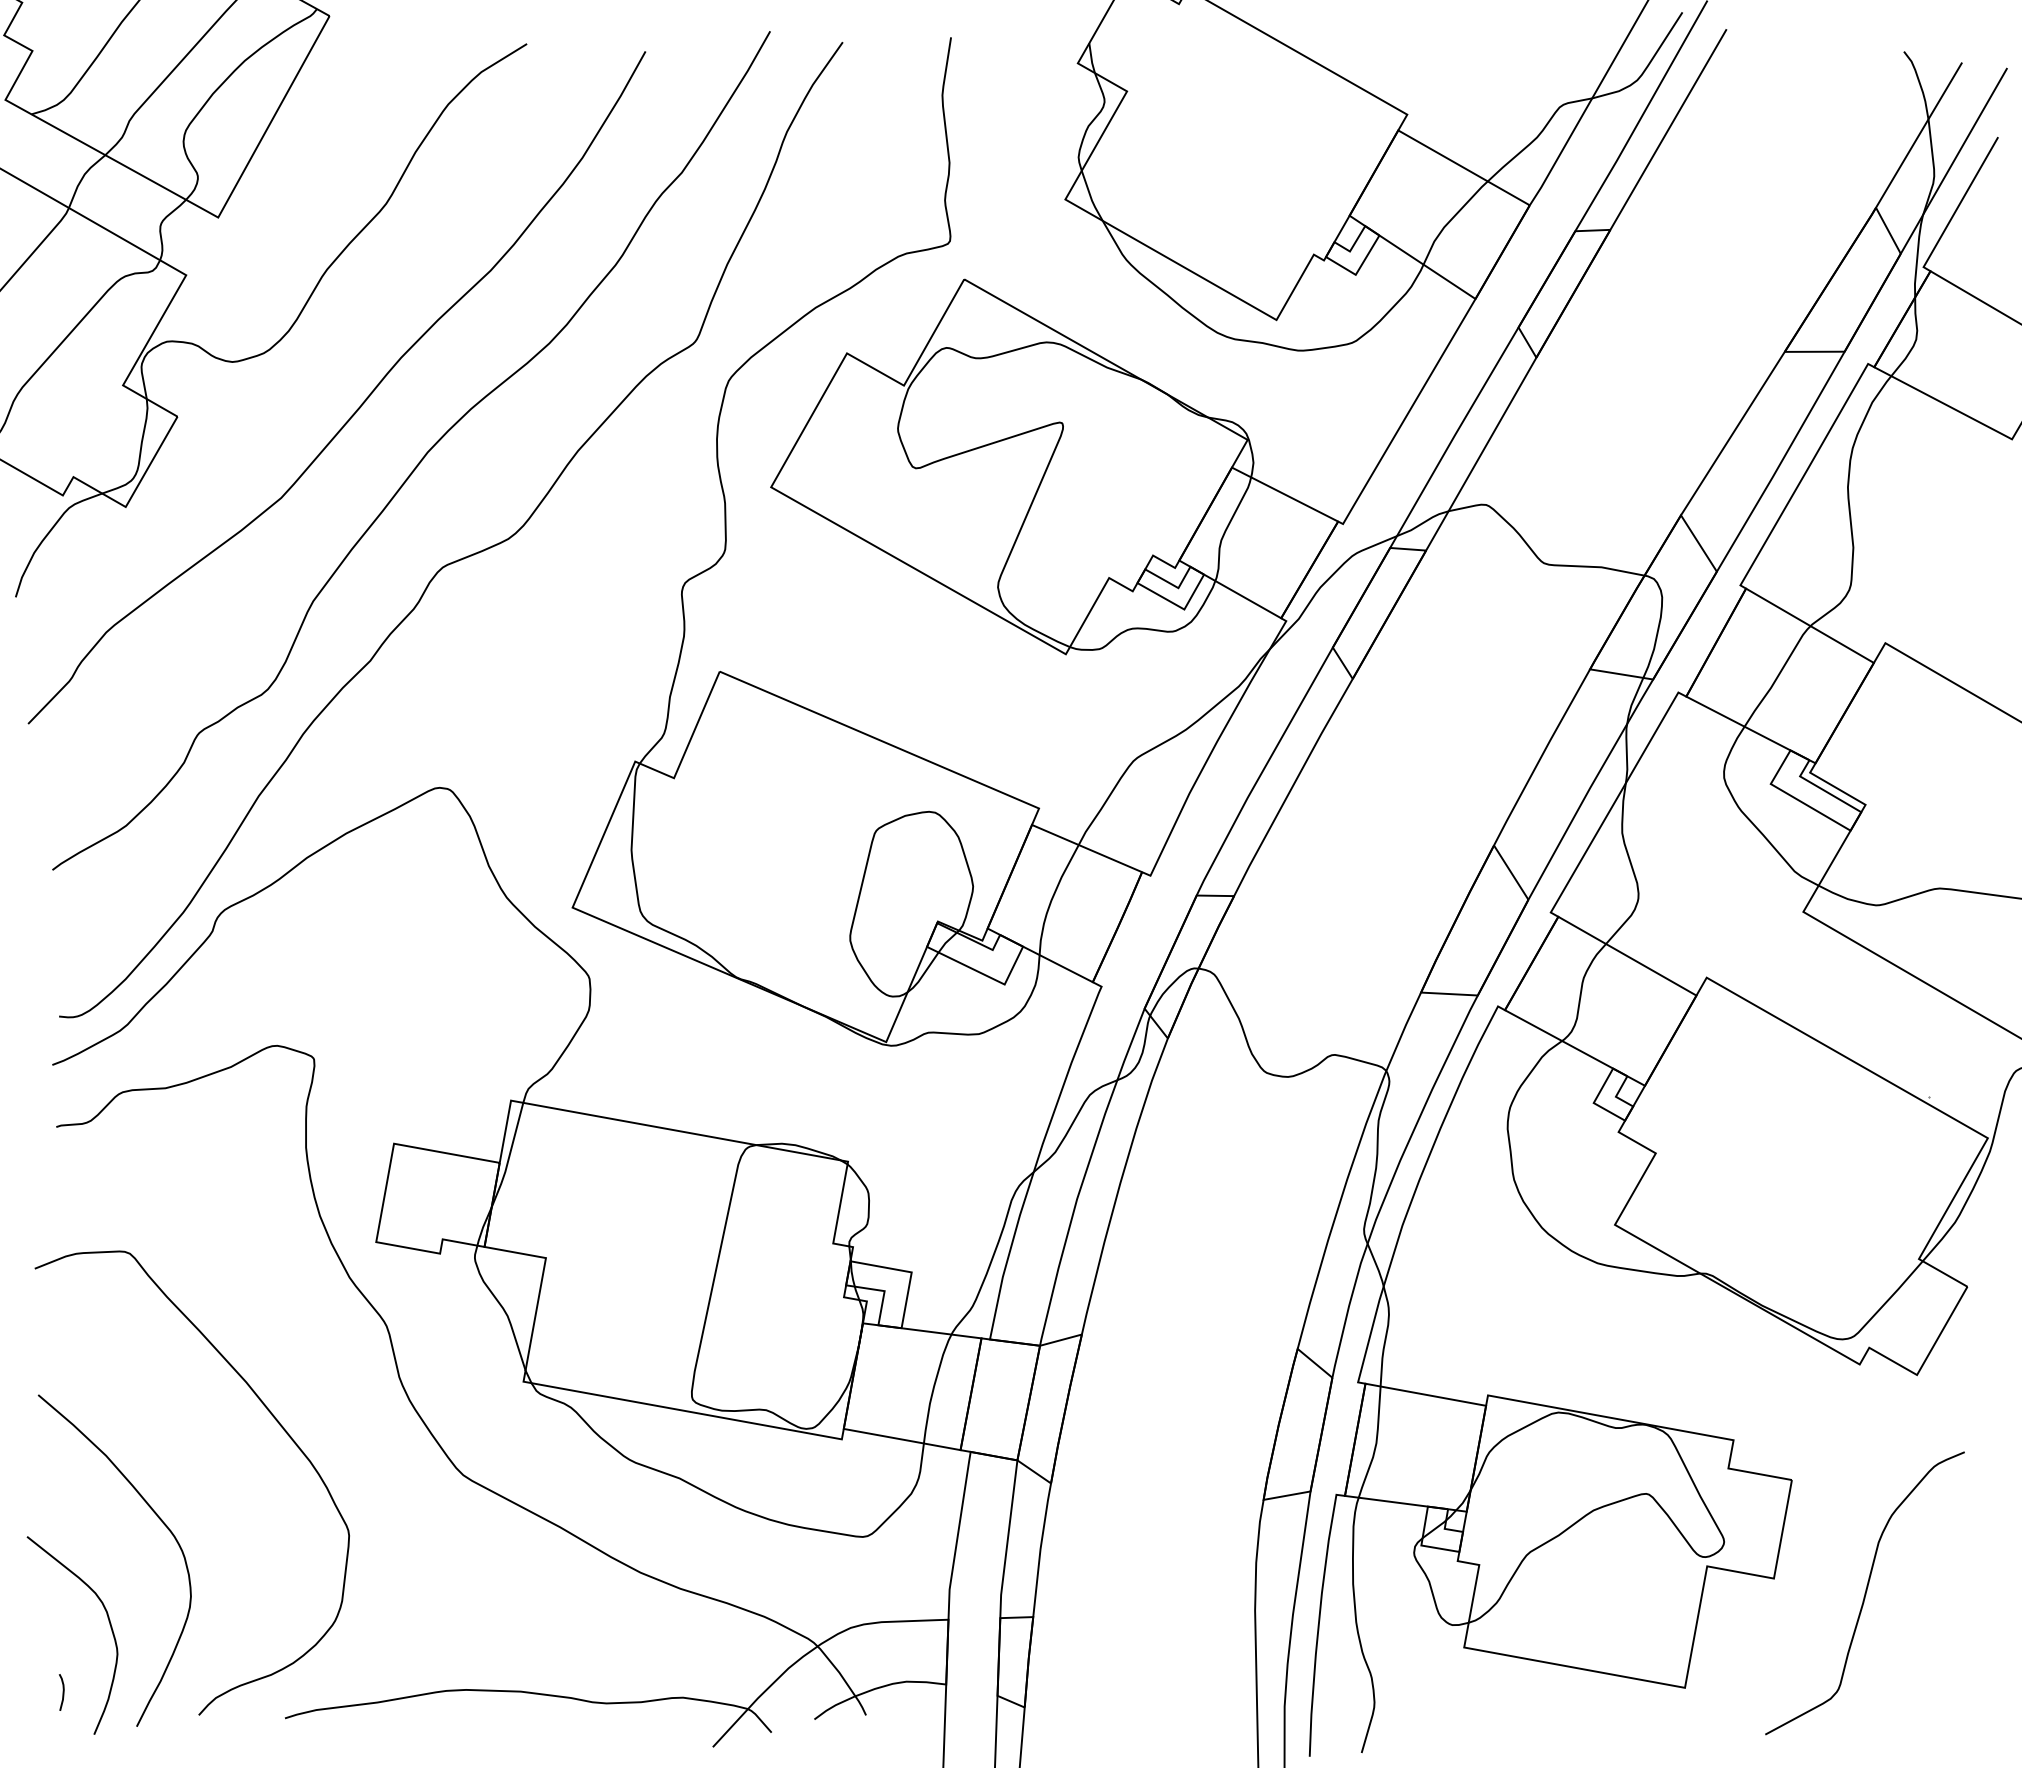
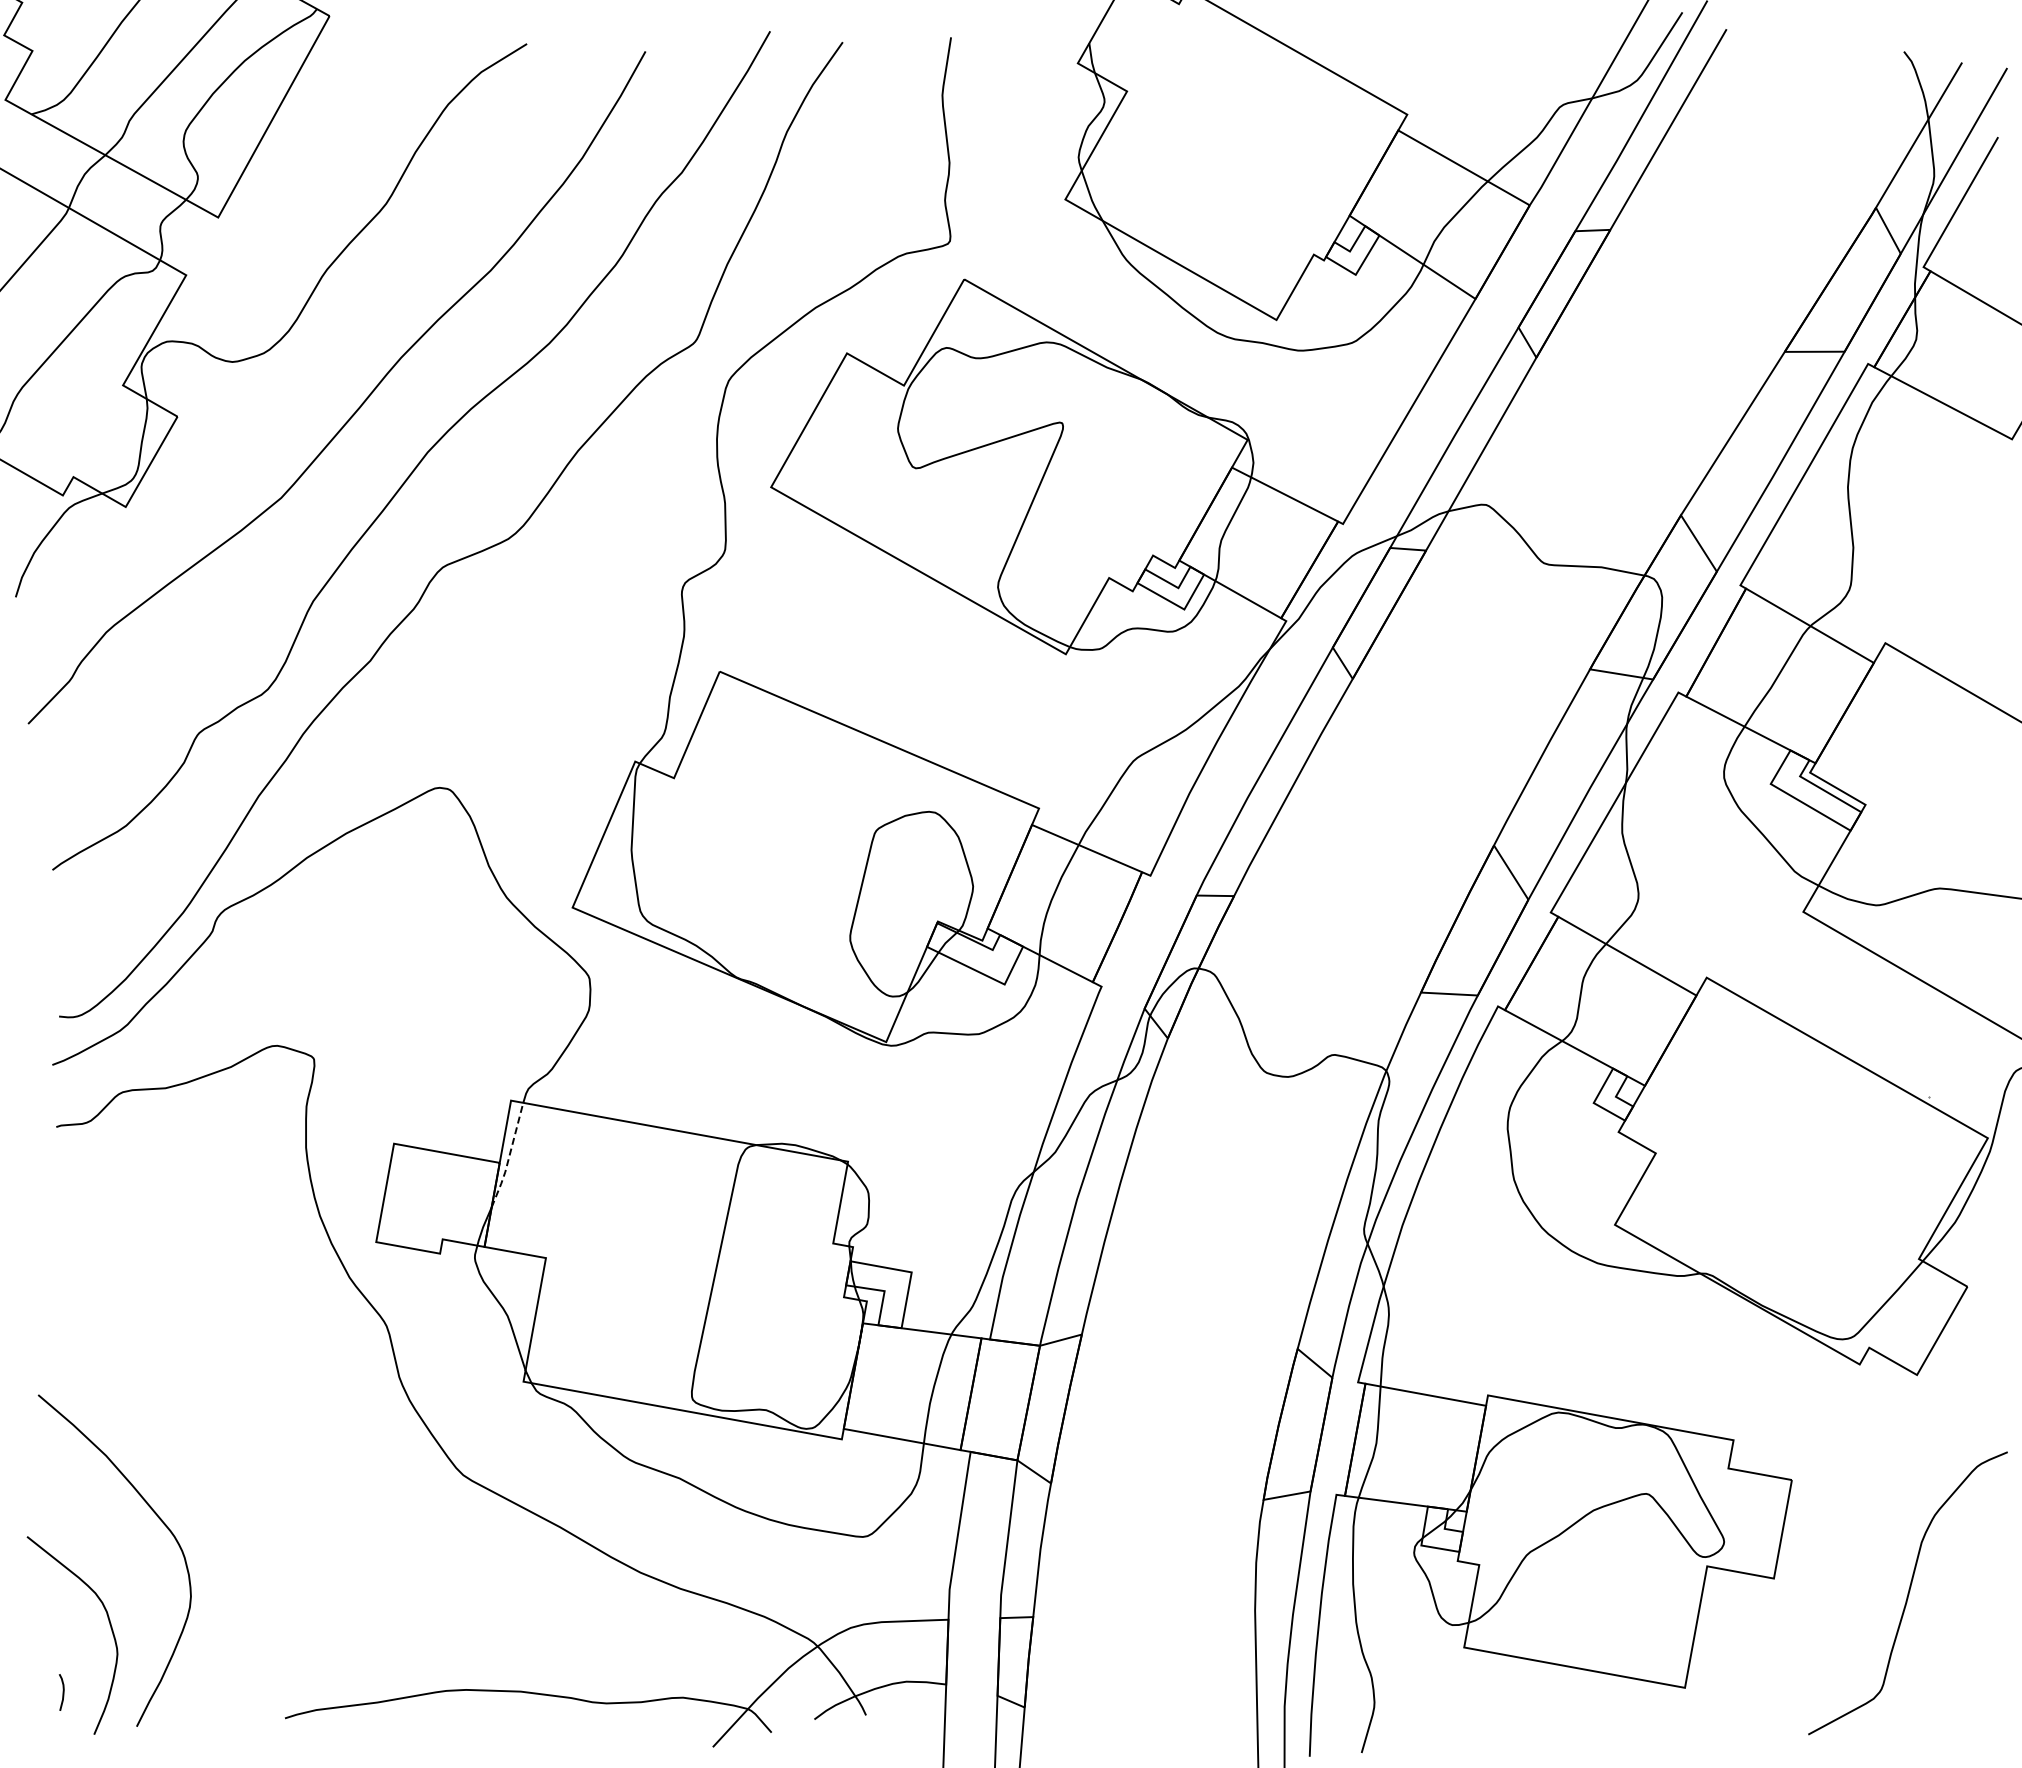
line at (509, 1156): solid -> dashed
curve at (271, 1415): present -> none
curve at (1864, 1593) position: (1864, 1593) -> (1907, 1593)
